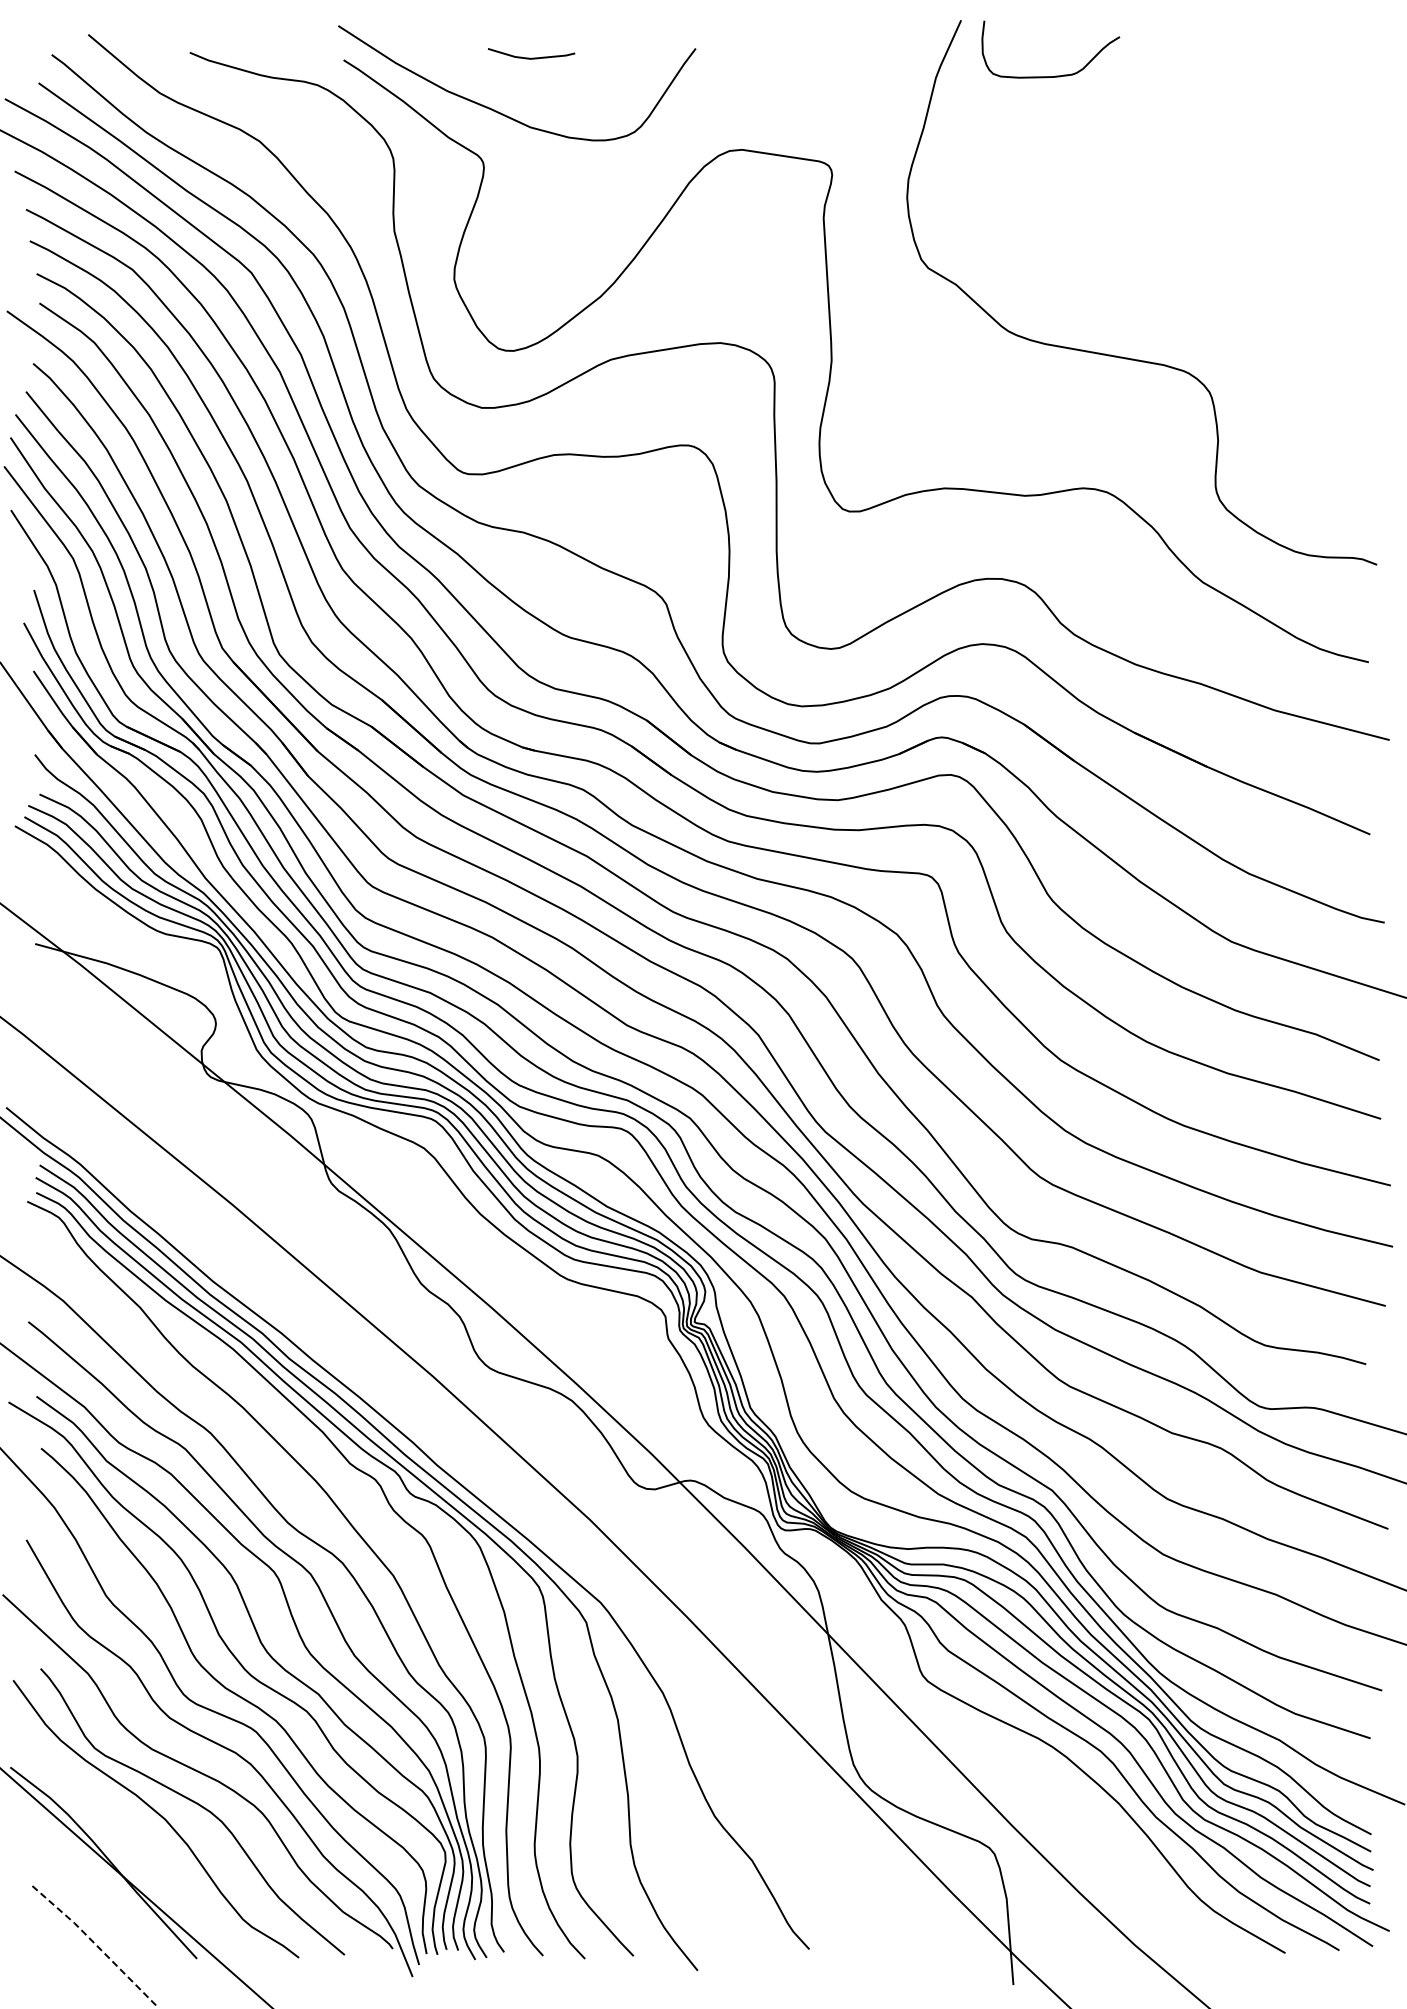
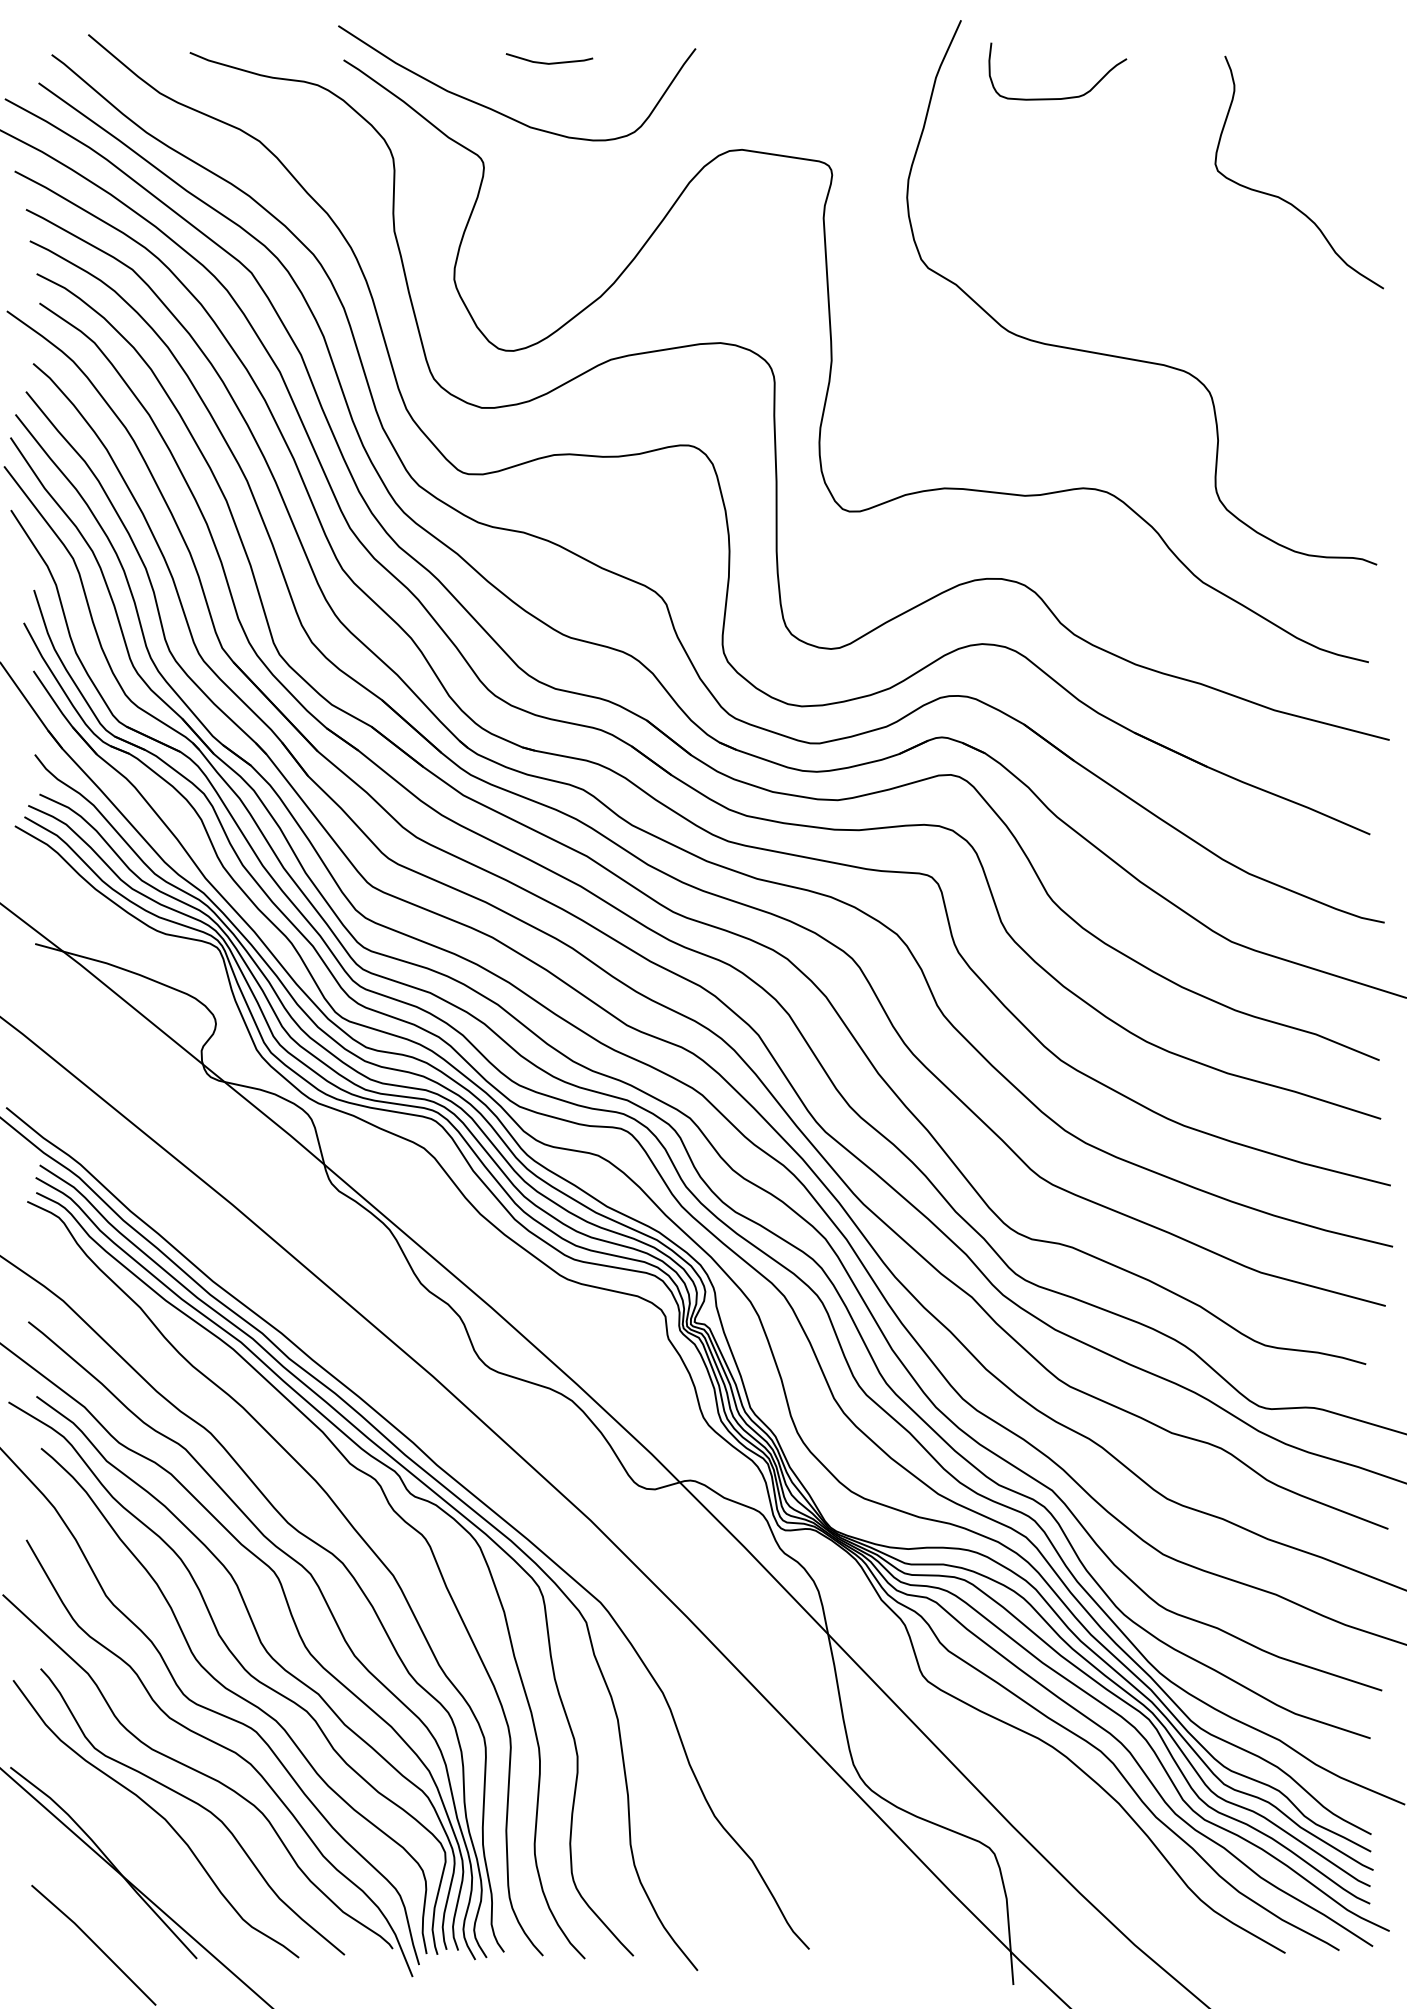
line at (531, 57) position: (531, 57) -> (549, 62)
curve at (1055, 75) position: (1055, 75) -> (1062, 97)
curve at (1281, 197): none -> present
line at (94, 1943): dashed -> solid
